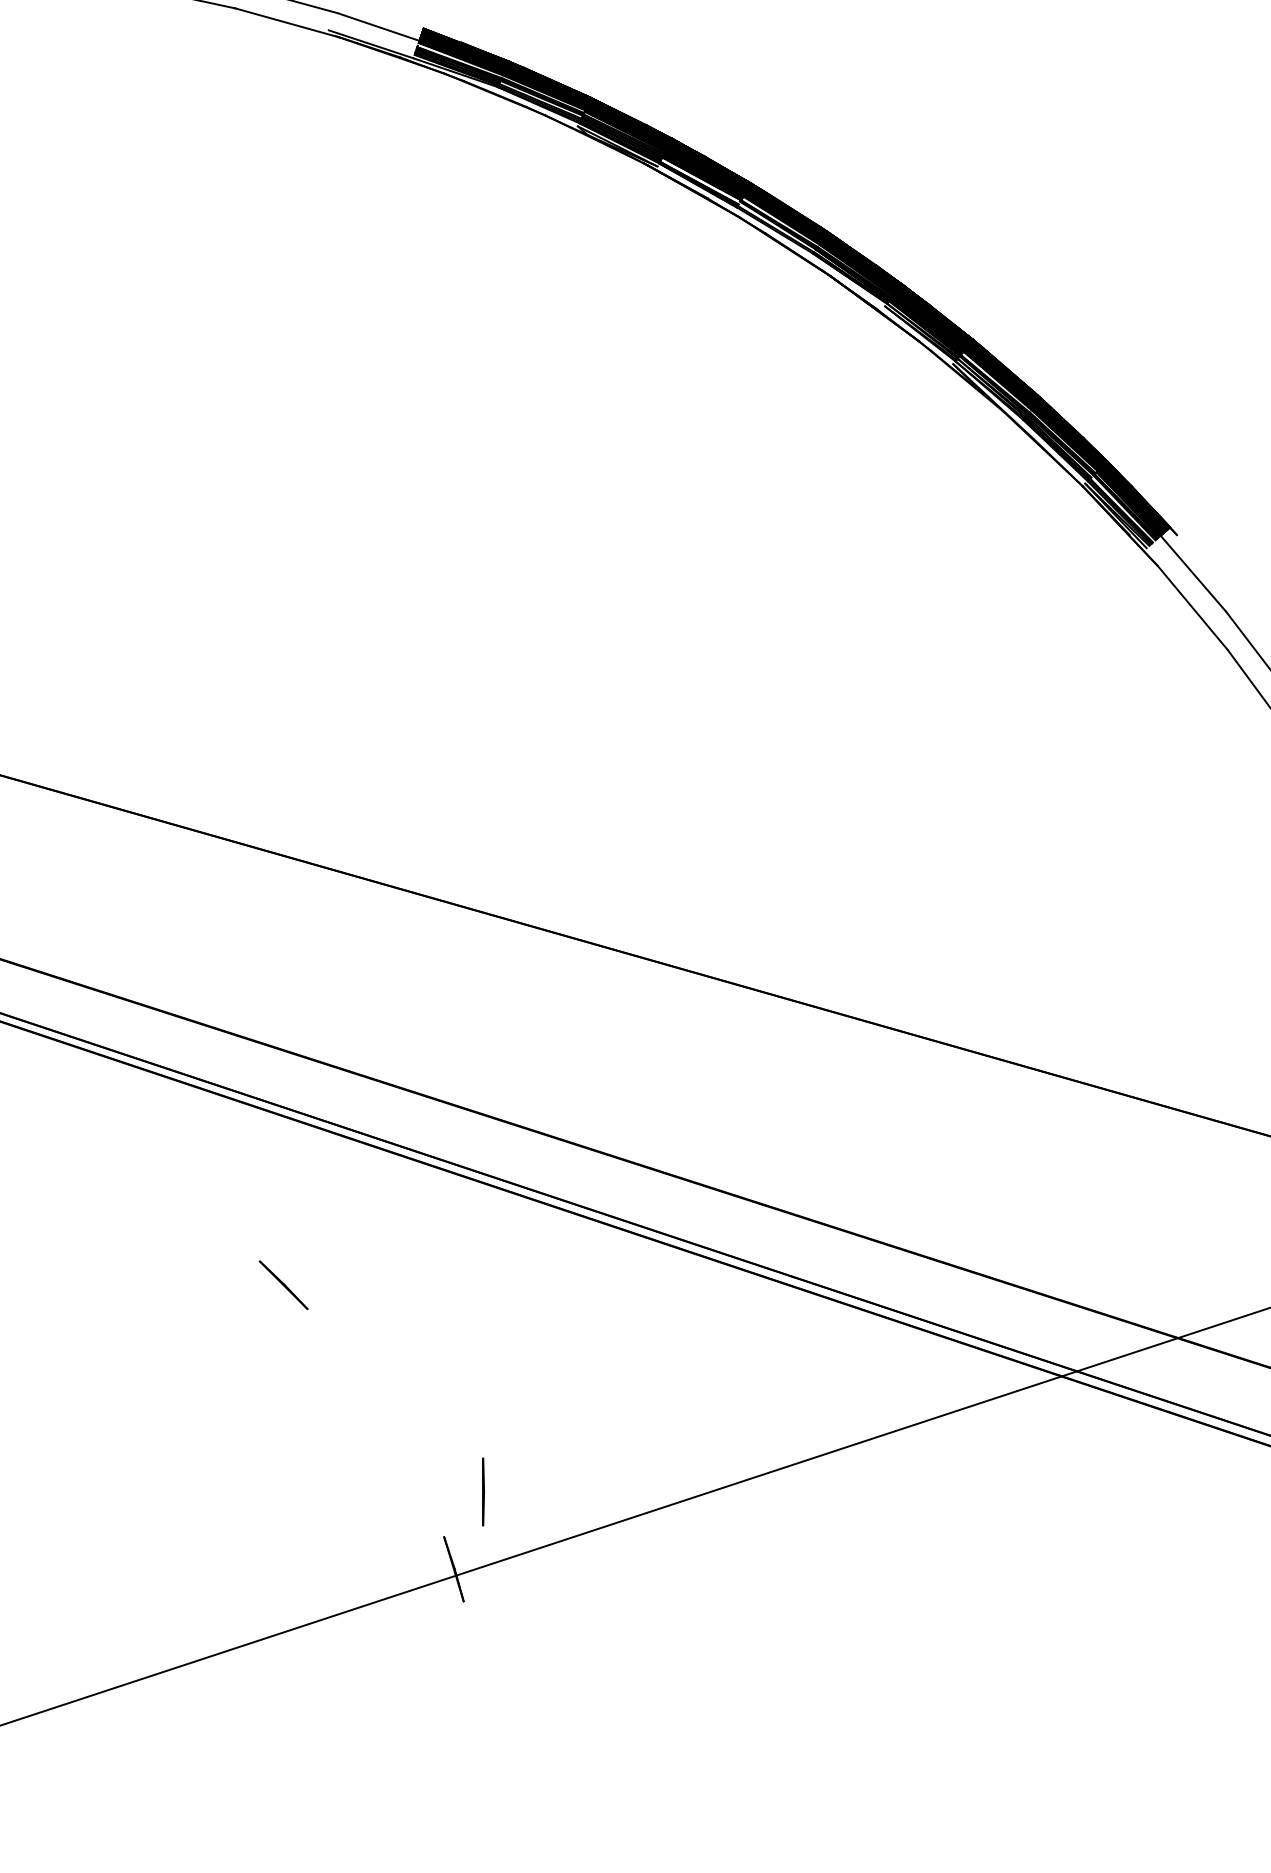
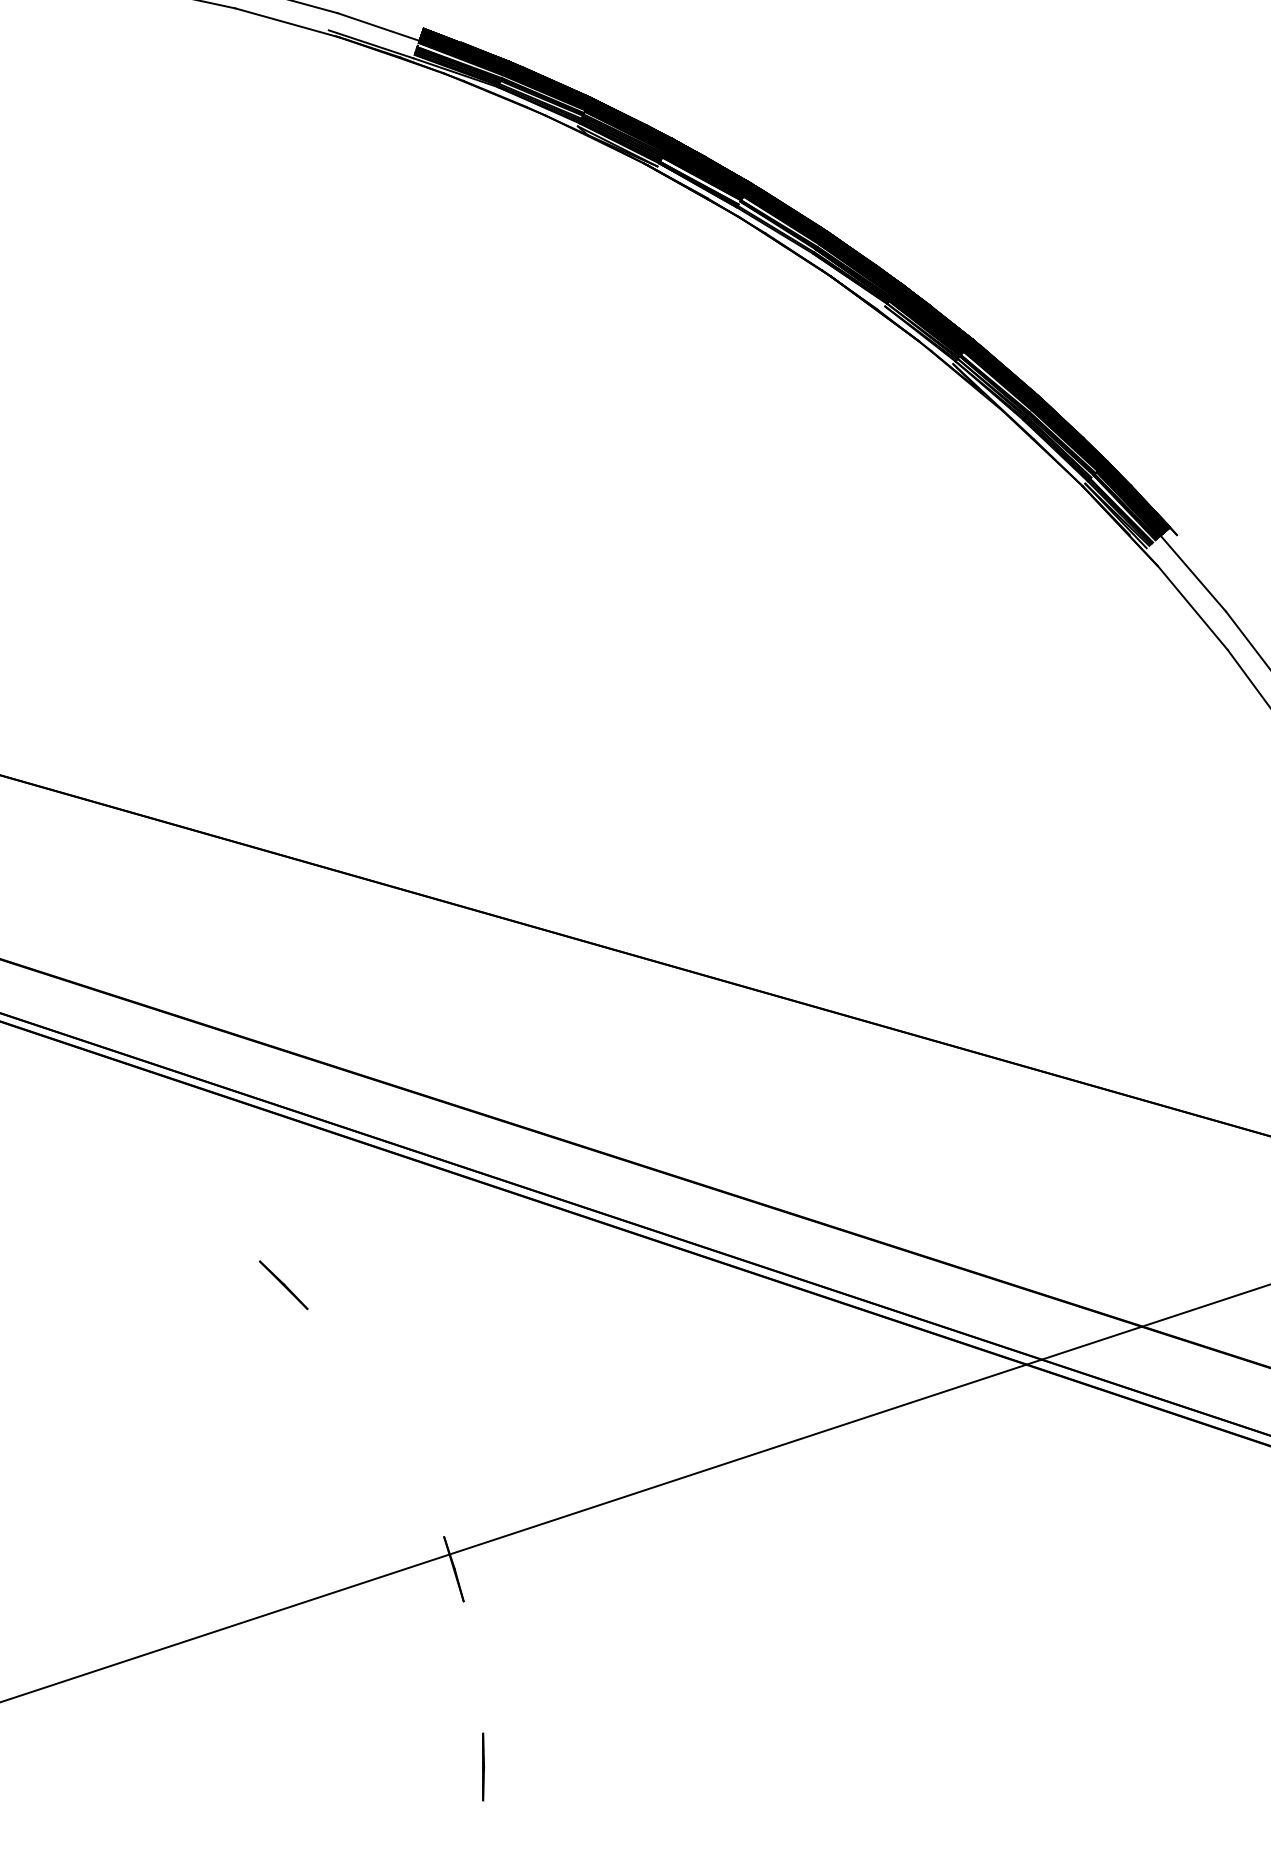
line at (483, 1491) position: (483, 1491) -> (483, 1766)
line at (634, 1516) position: (634, 1516) -> (634, 1493)
